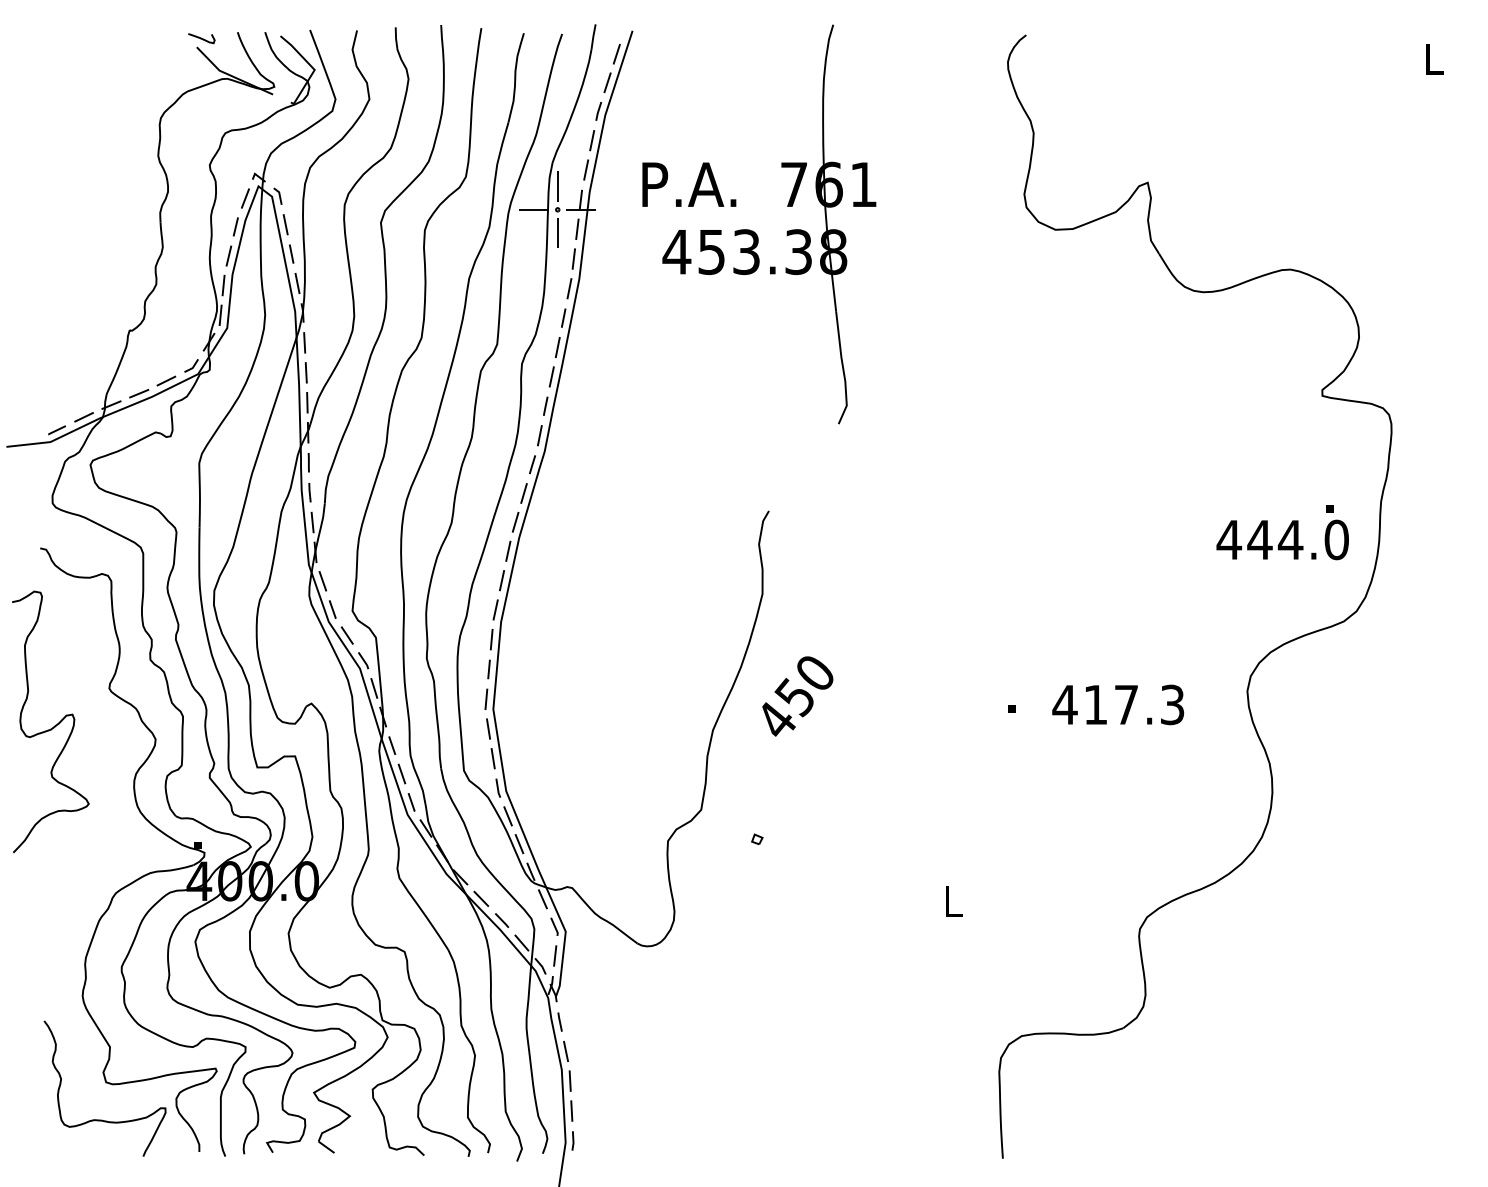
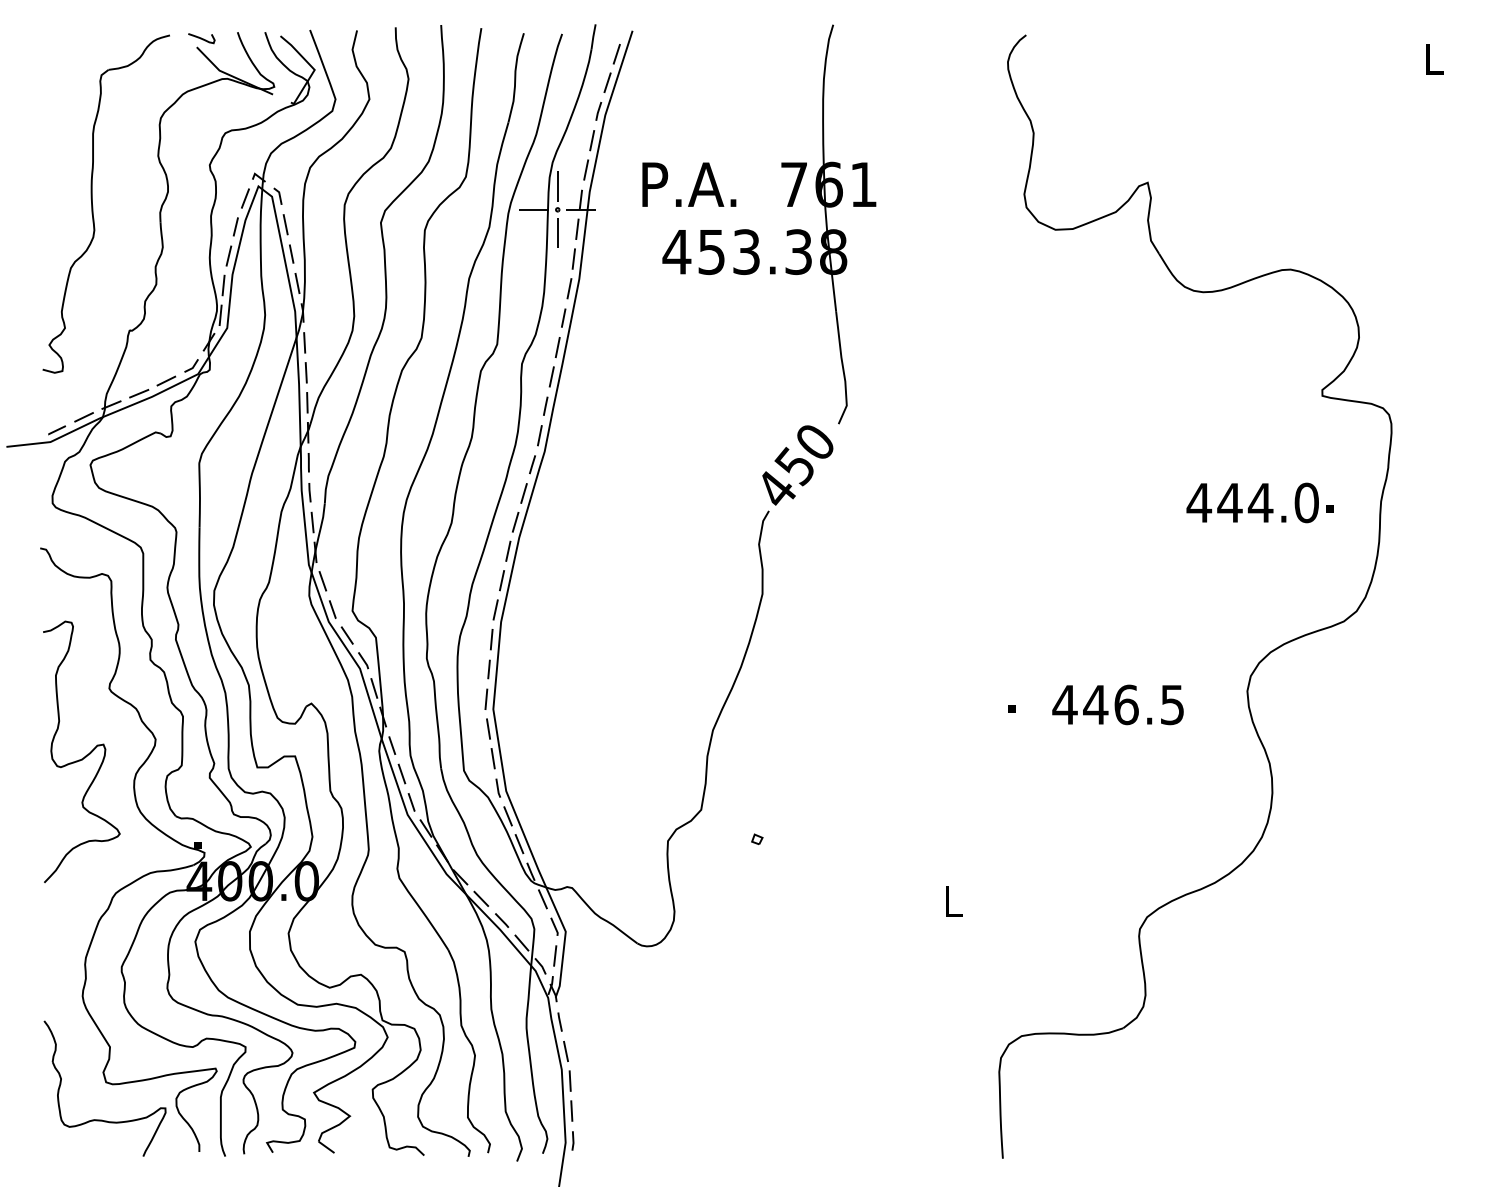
part at (93, 206): none -> present
text at (1282, 539) position: (1282, 539) -> (1252, 502)
text at (797, 696) position: (797, 696) -> (797, 465)
text at (1133, 704): 417.3 -> 446.5
curve at (54, 725) position: (54, 725) -> (85, 755)
